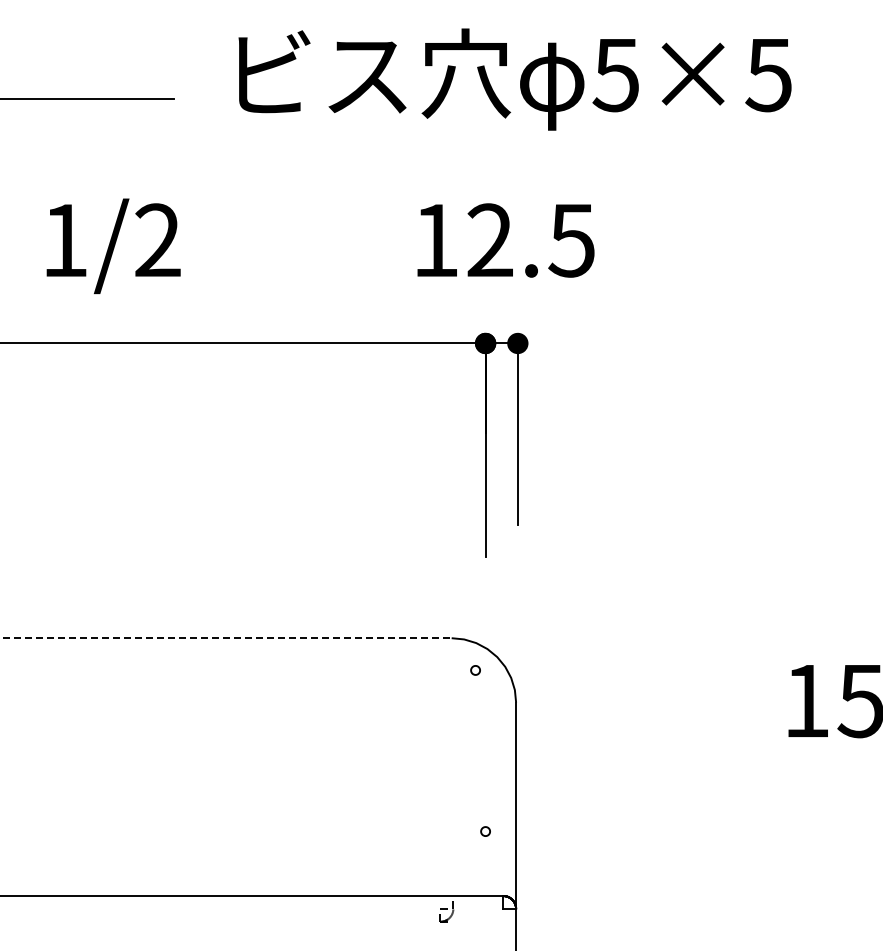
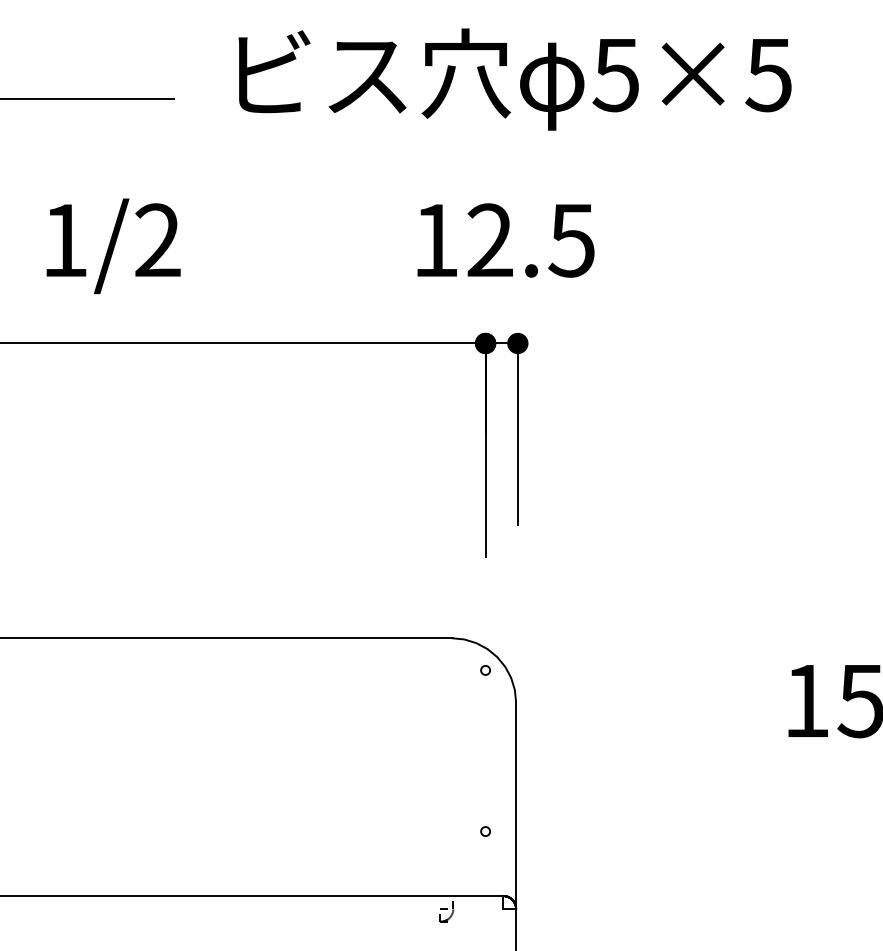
line at (227, 638): dashed -> solid
part at (475, 670) position: (475, 670) -> (485, 670)
